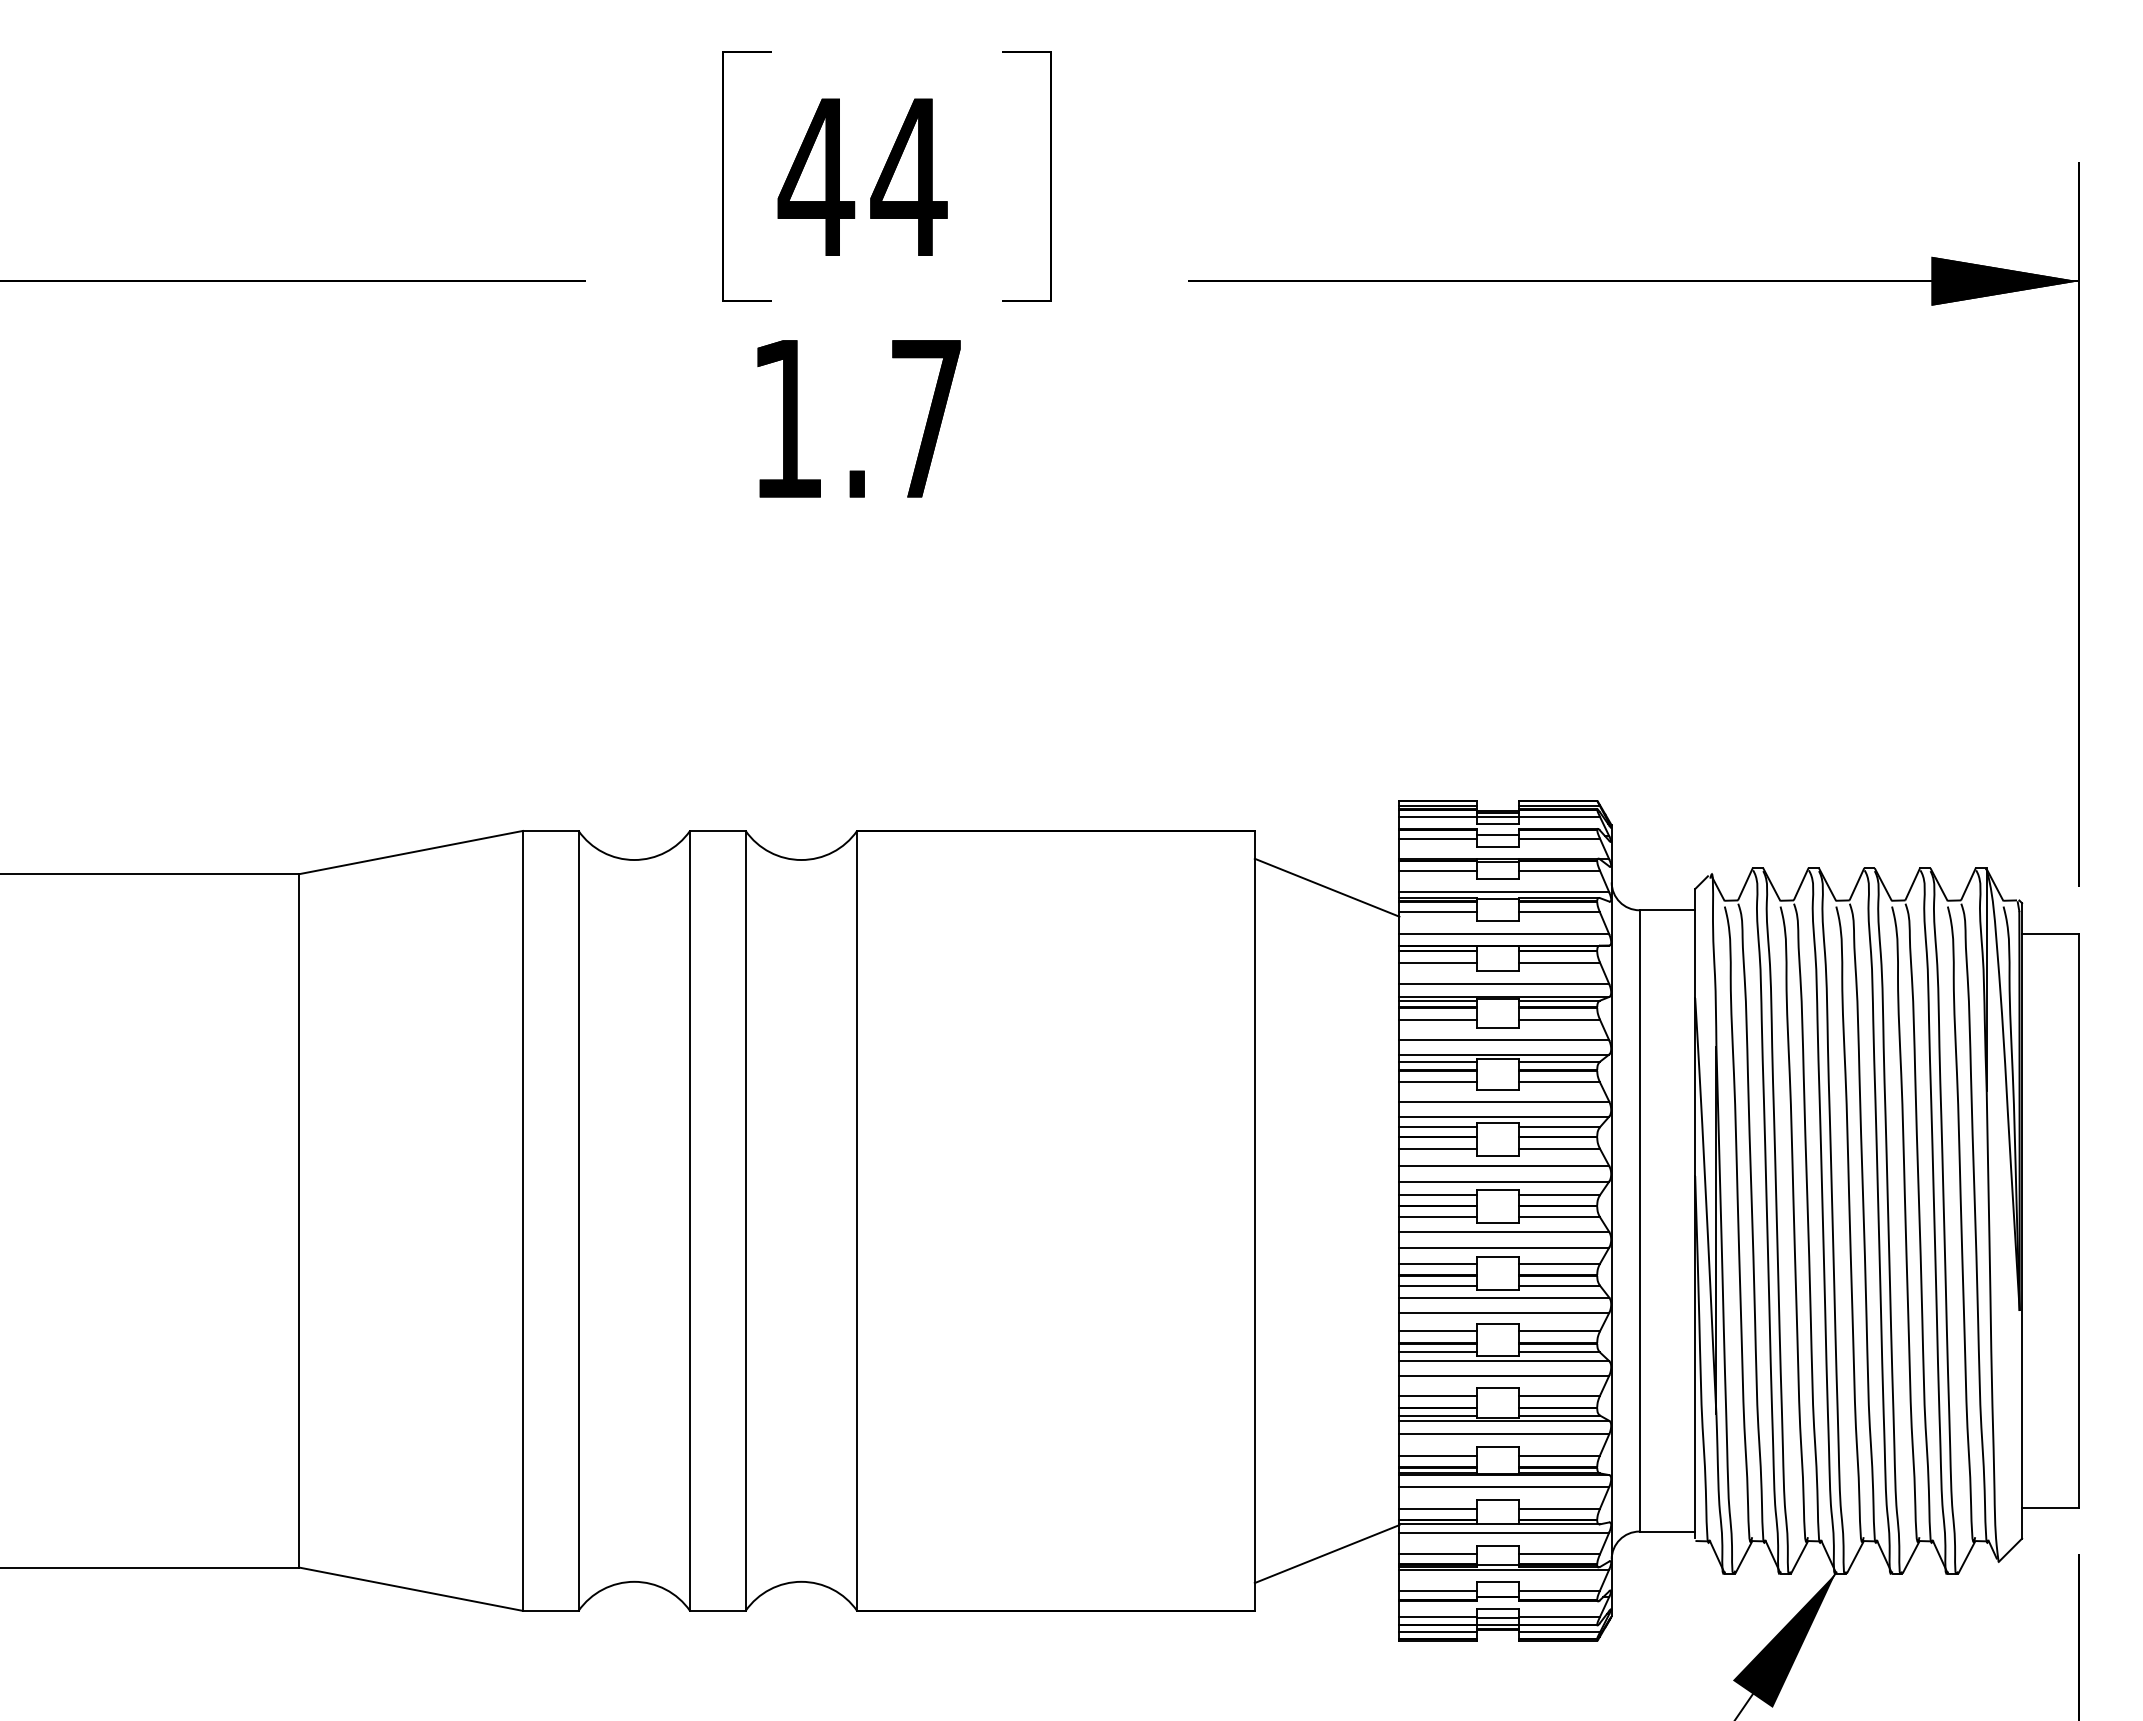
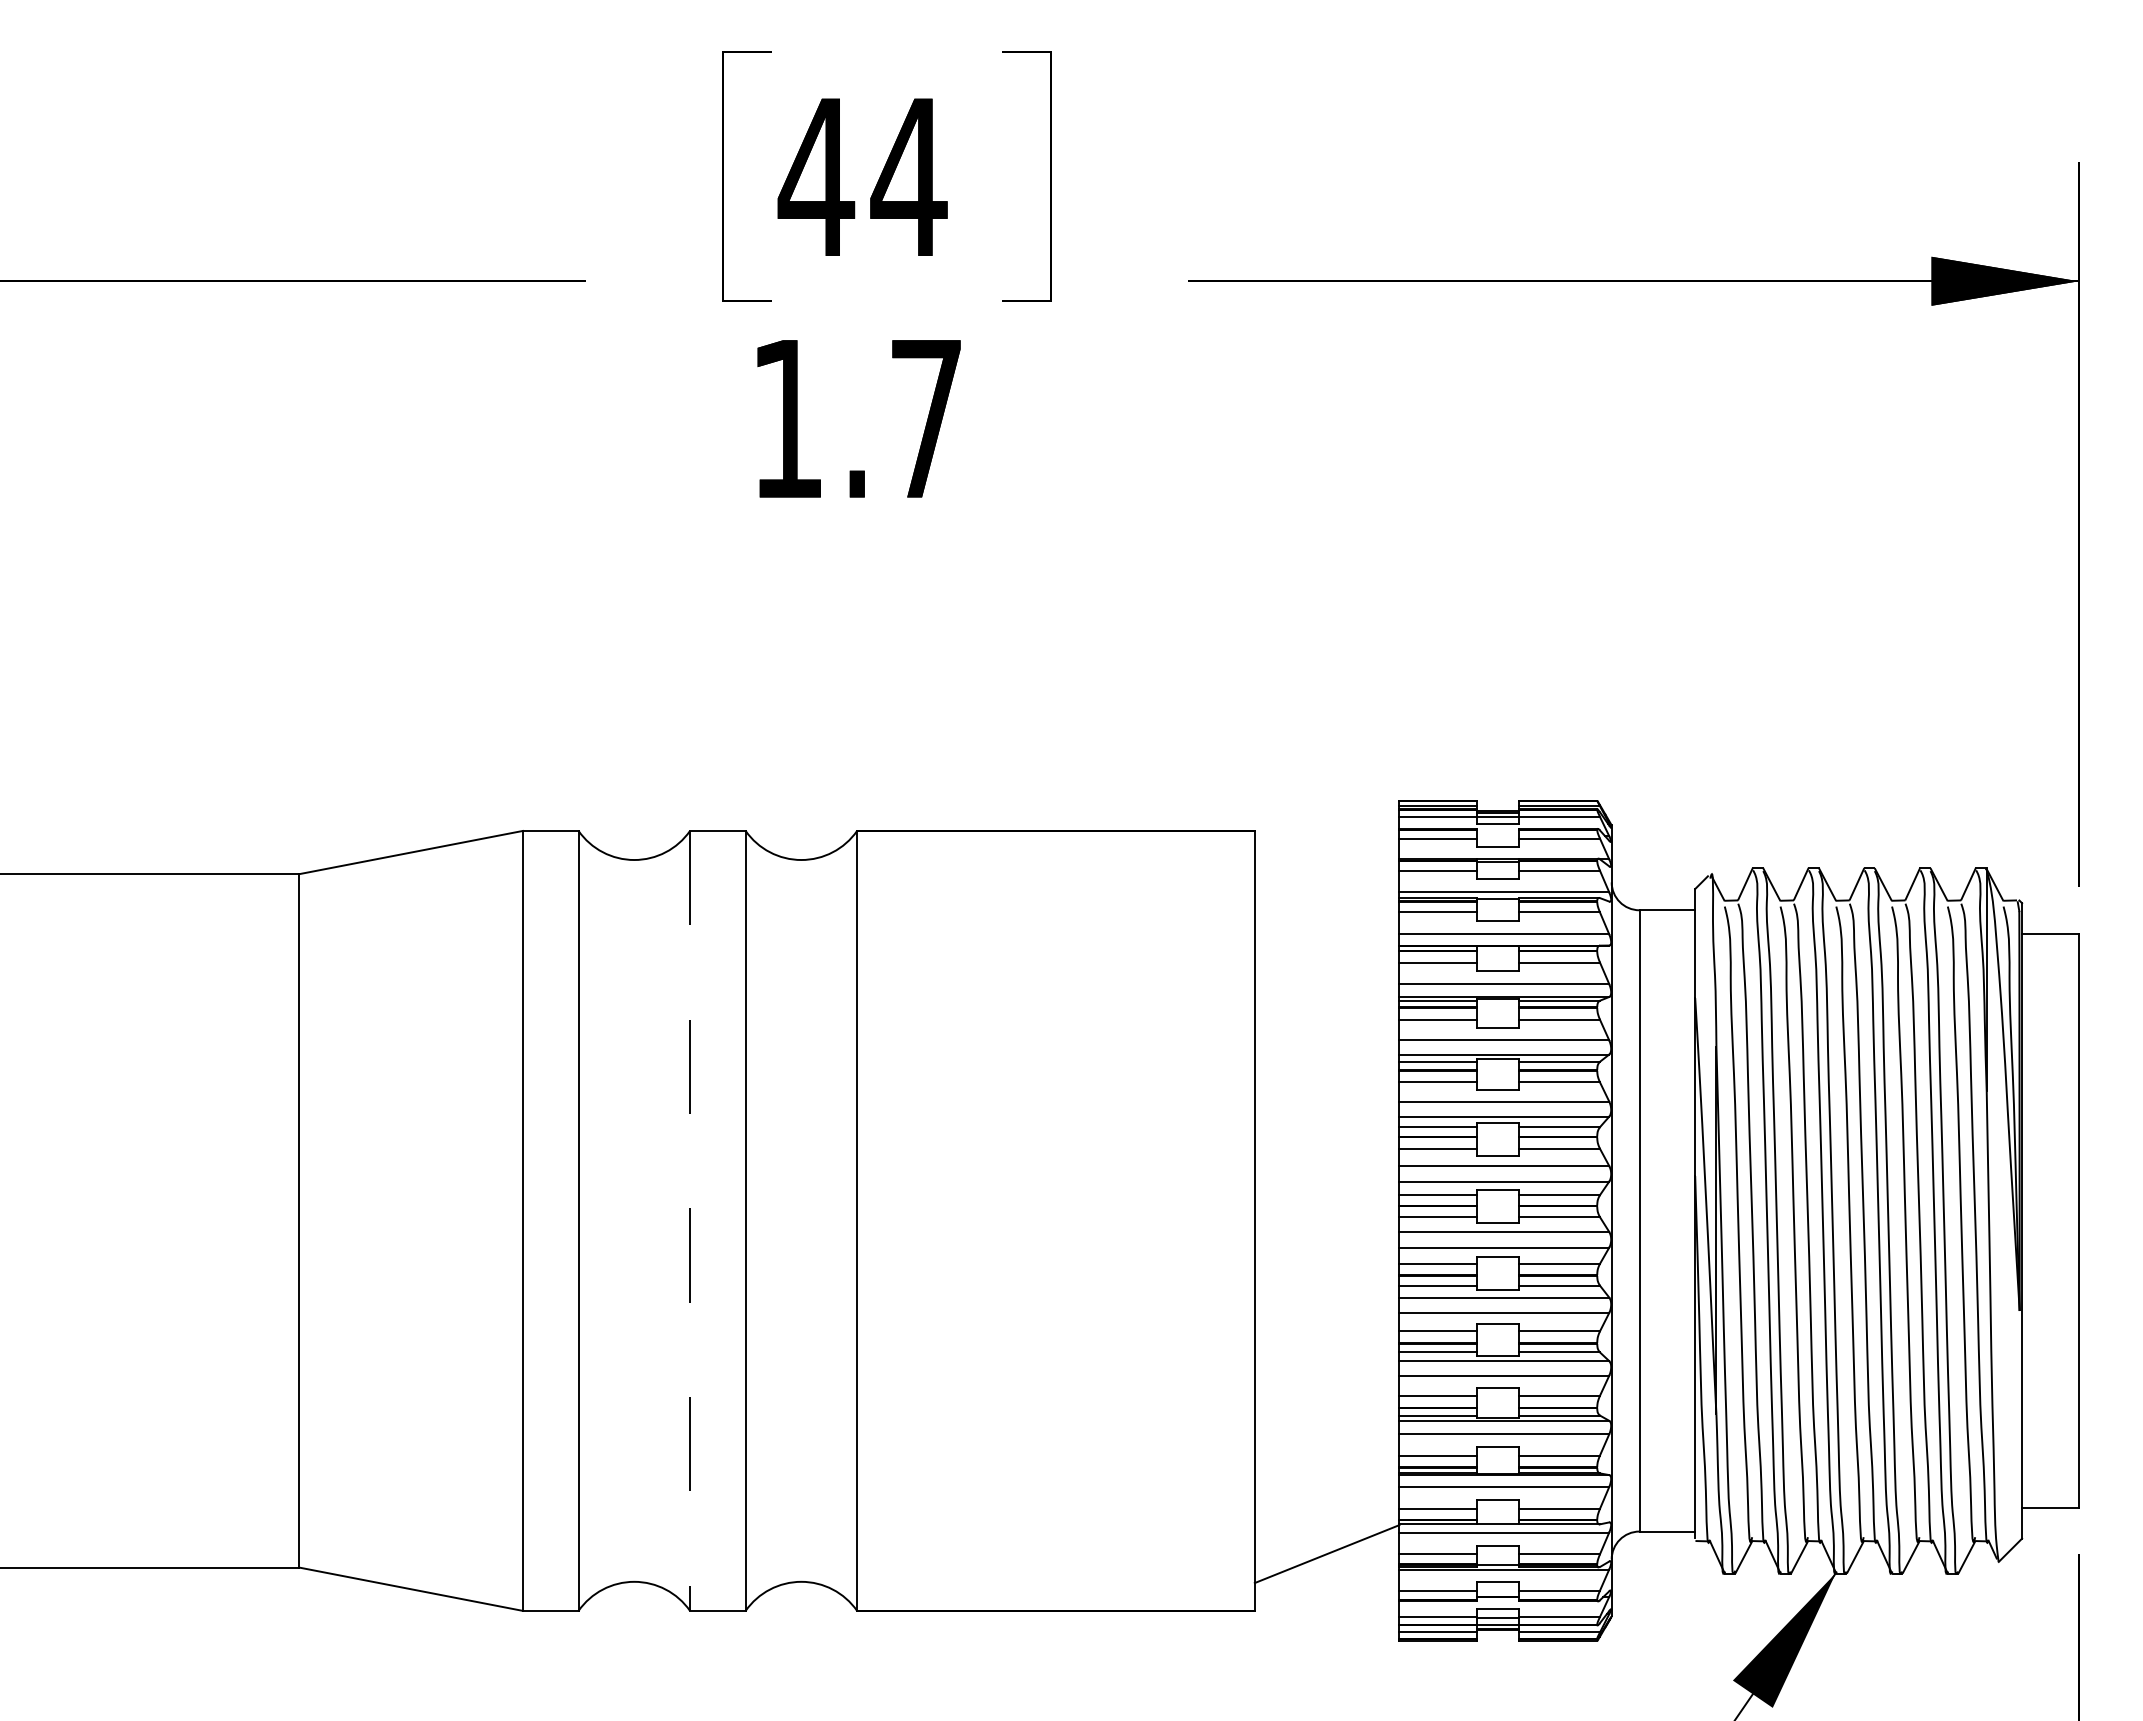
line at (1498, 834): present -> none
line at (1326, 887): present -> none
line at (689, 1220): solid -> dashed
